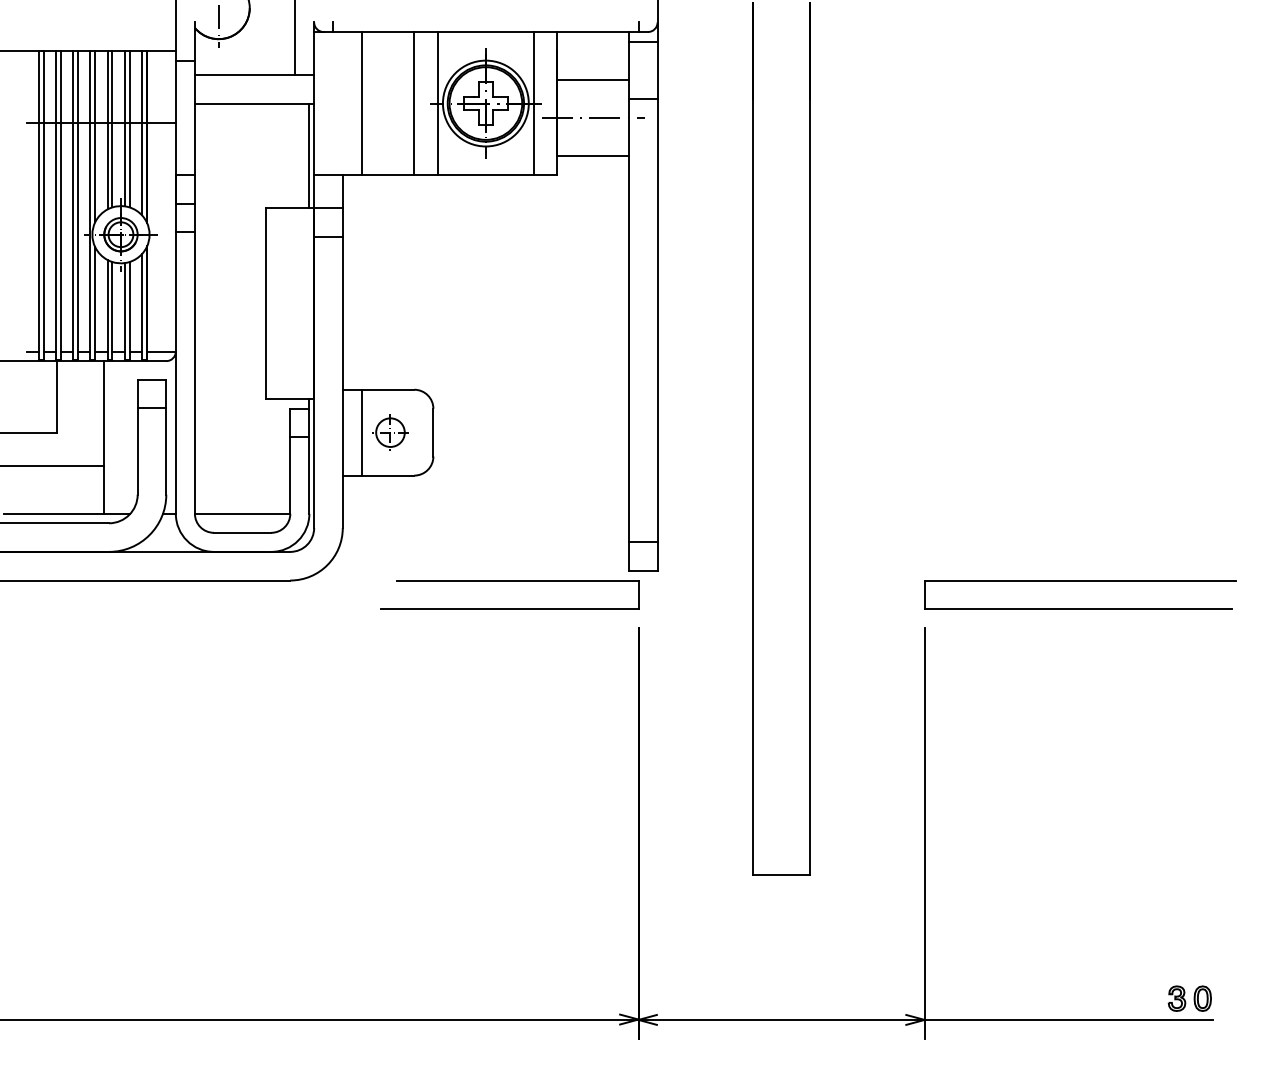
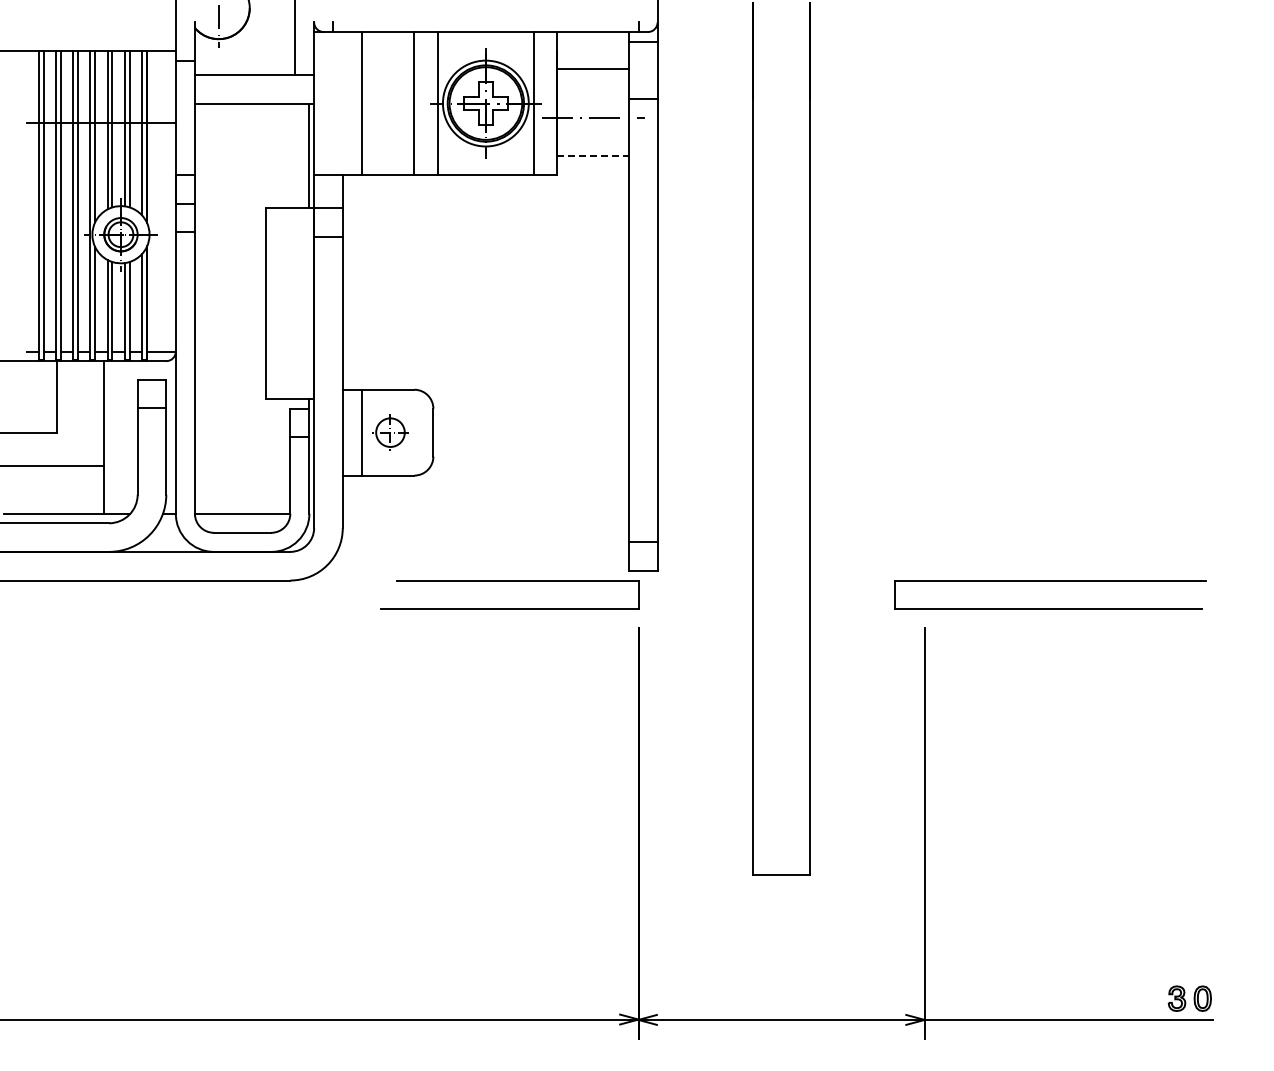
line at (592, 79) position: (592, 79) -> (592, 68)
line at (593, 156): solid -> dashed
part at (1080, 581) position: (1080, 581) -> (1050, 581)
